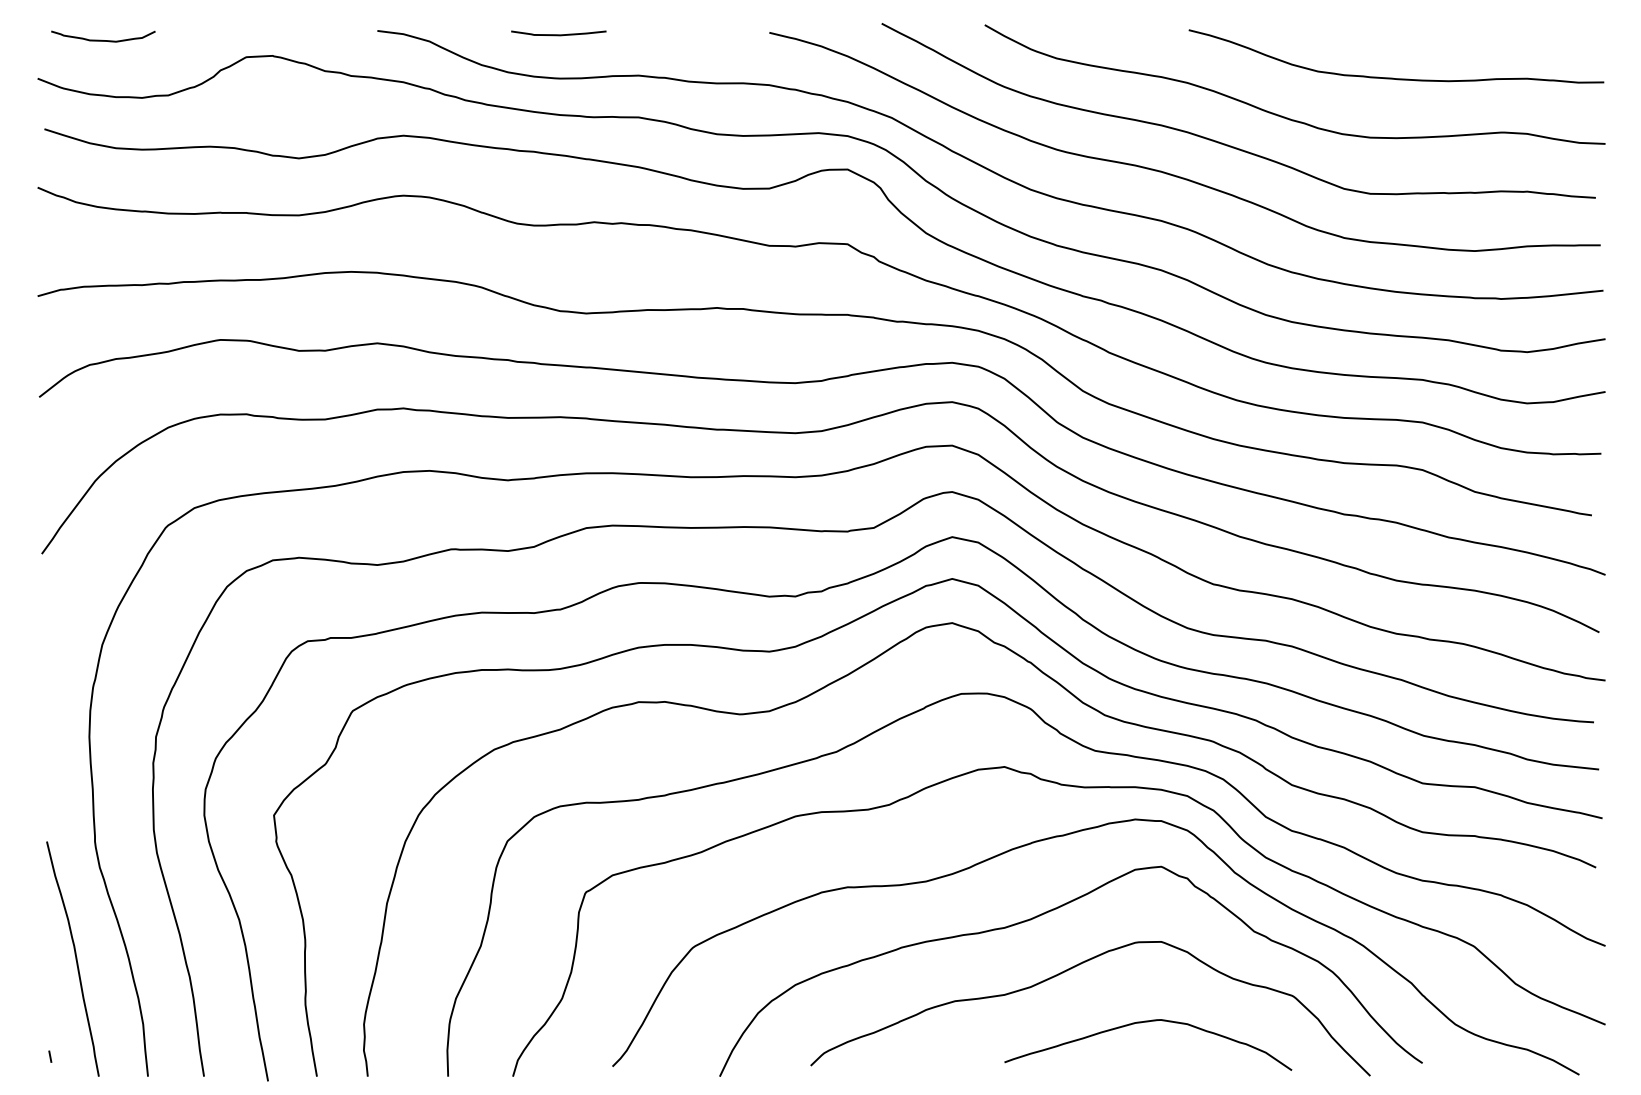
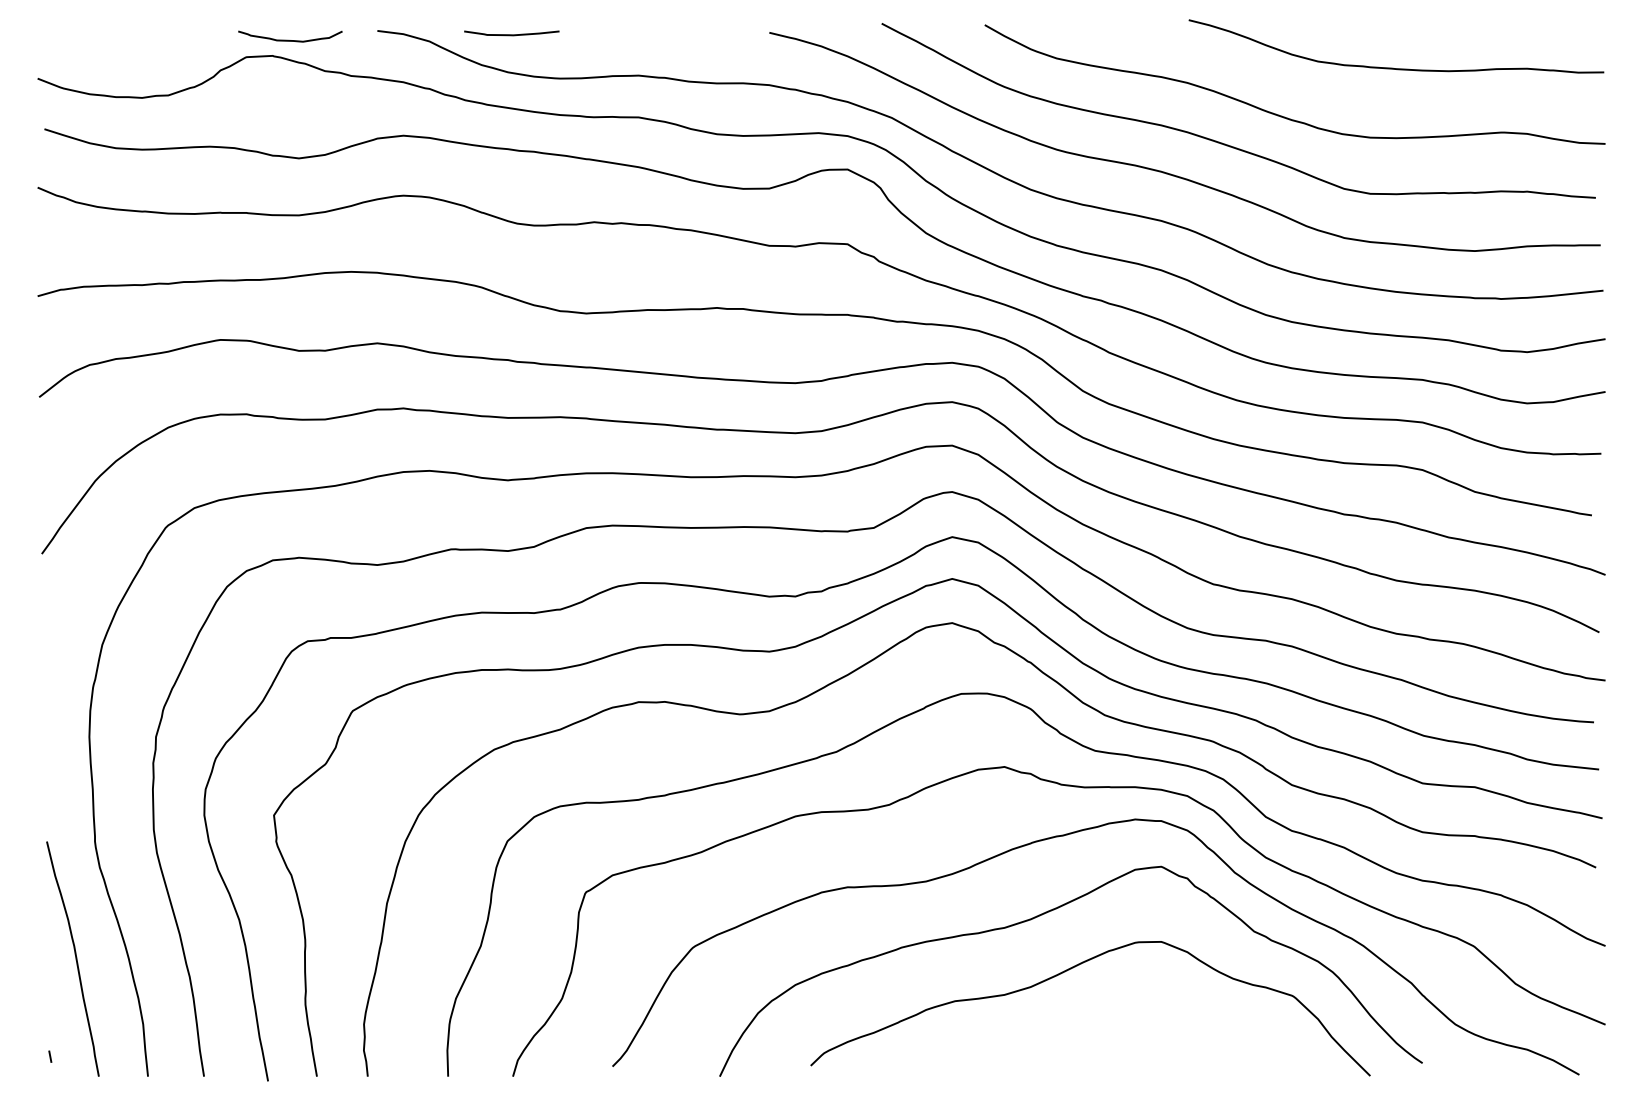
curve at (558, 34) position: (558, 34) -> (511, 34)
curve at (101, 39) position: (101, 39) -> (288, 39)
curve at (1393, 77) position: (1393, 77) -> (1393, 67)
curve at (1148, 1022): present -> none
